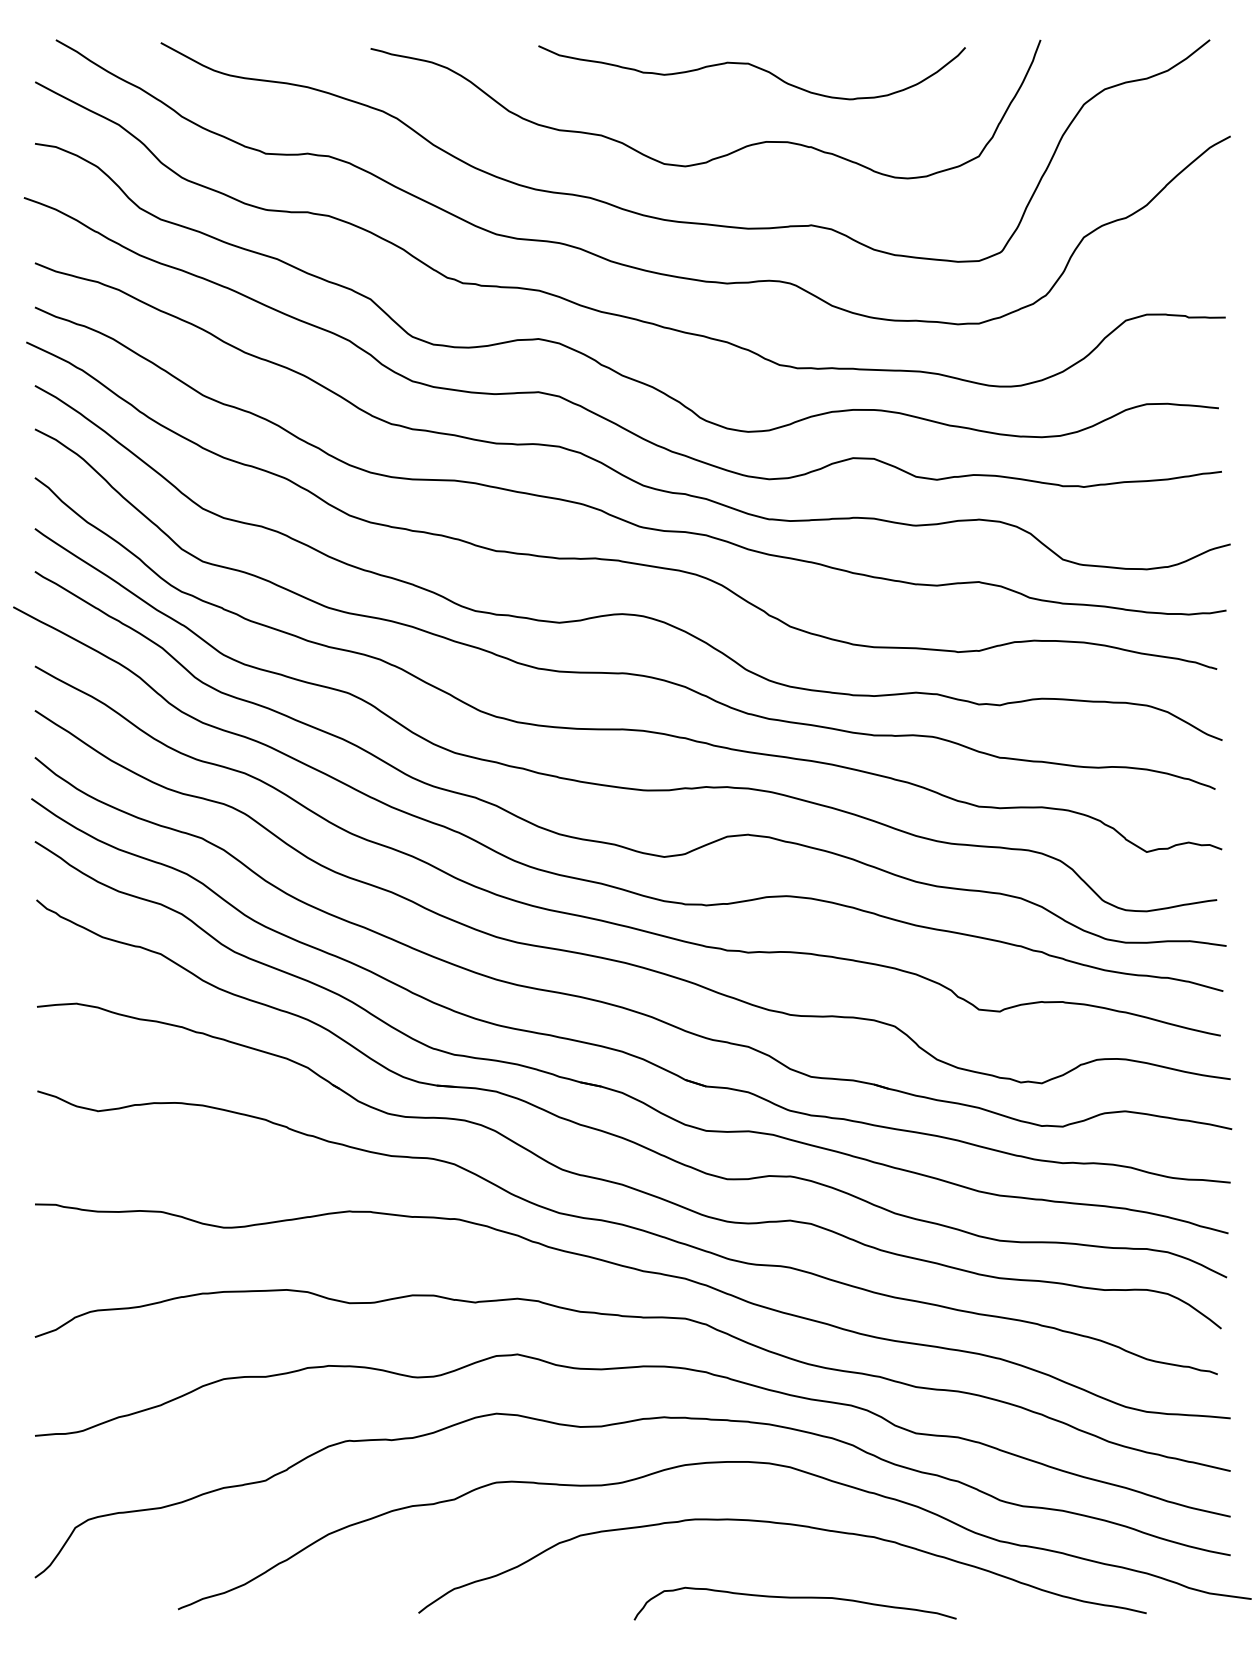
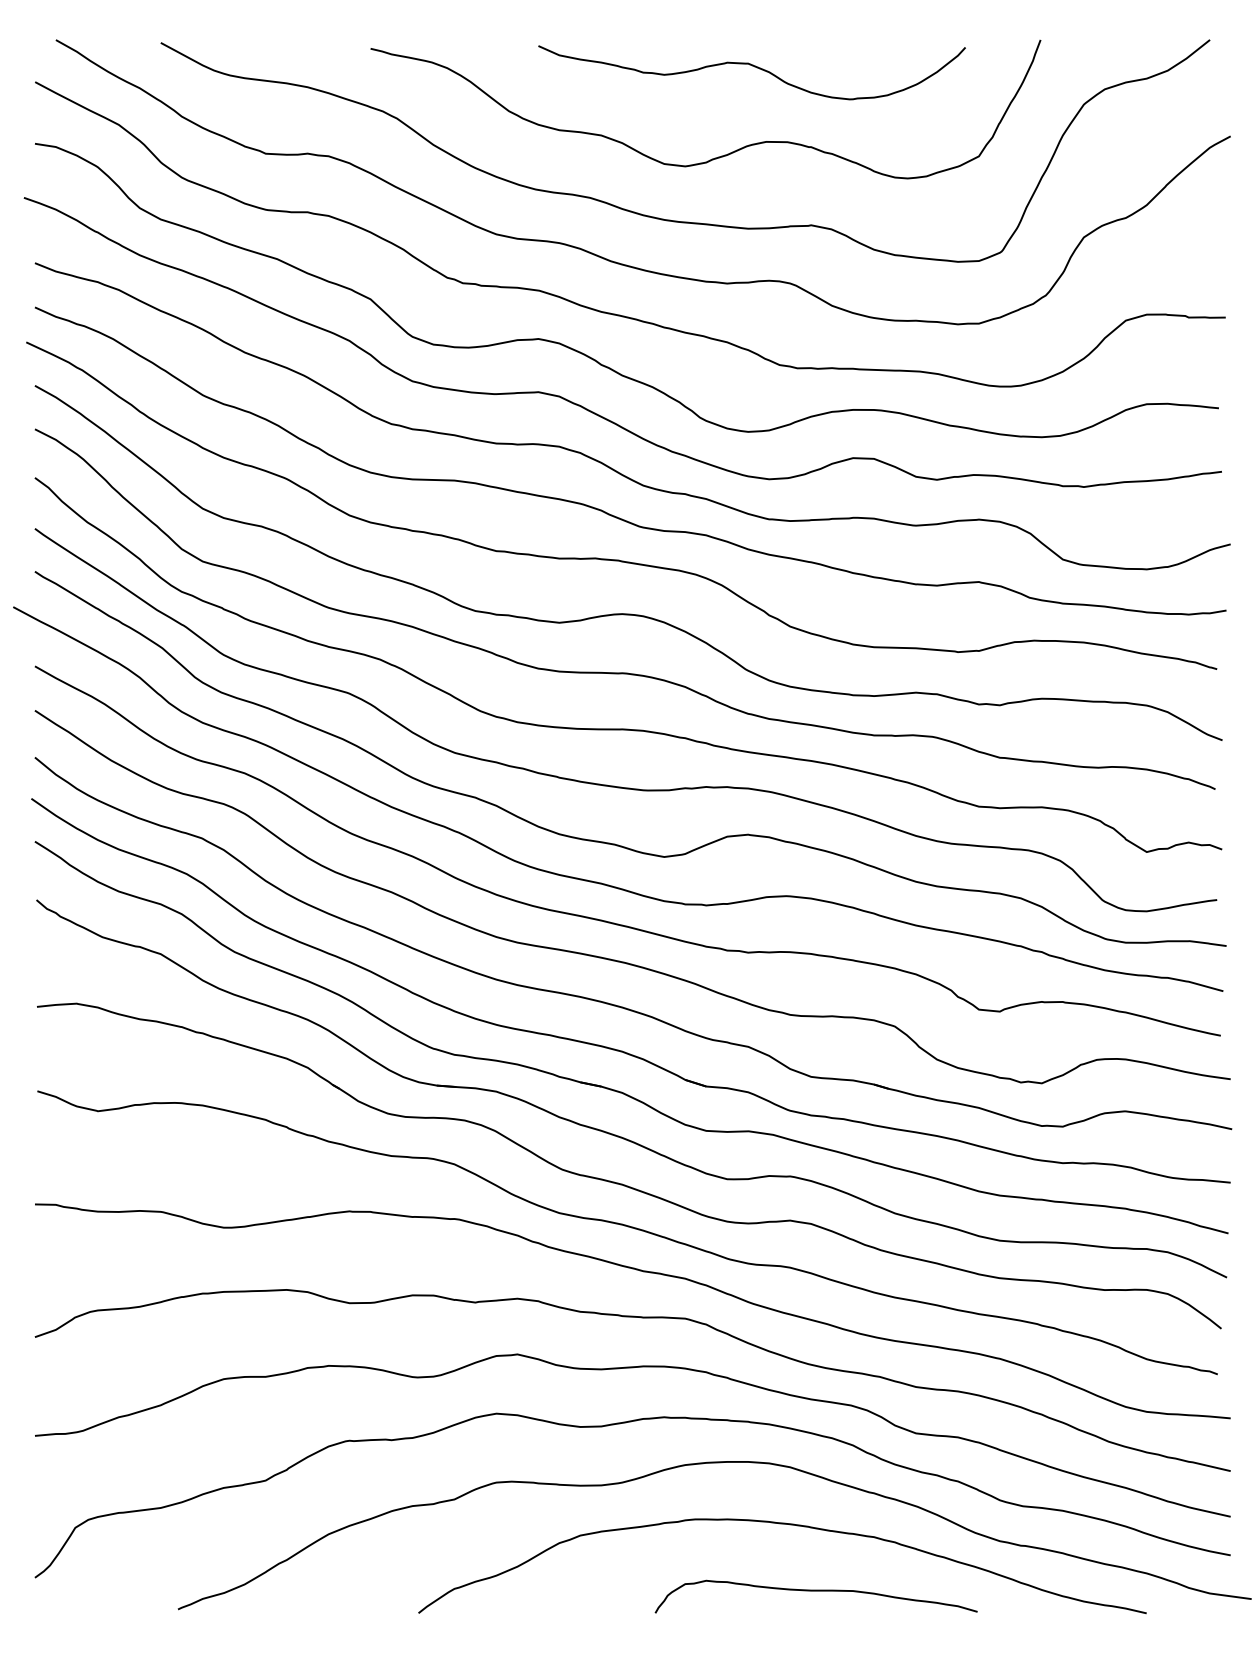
curve at (794, 1598) position: (794, 1598) -> (815, 1591)
